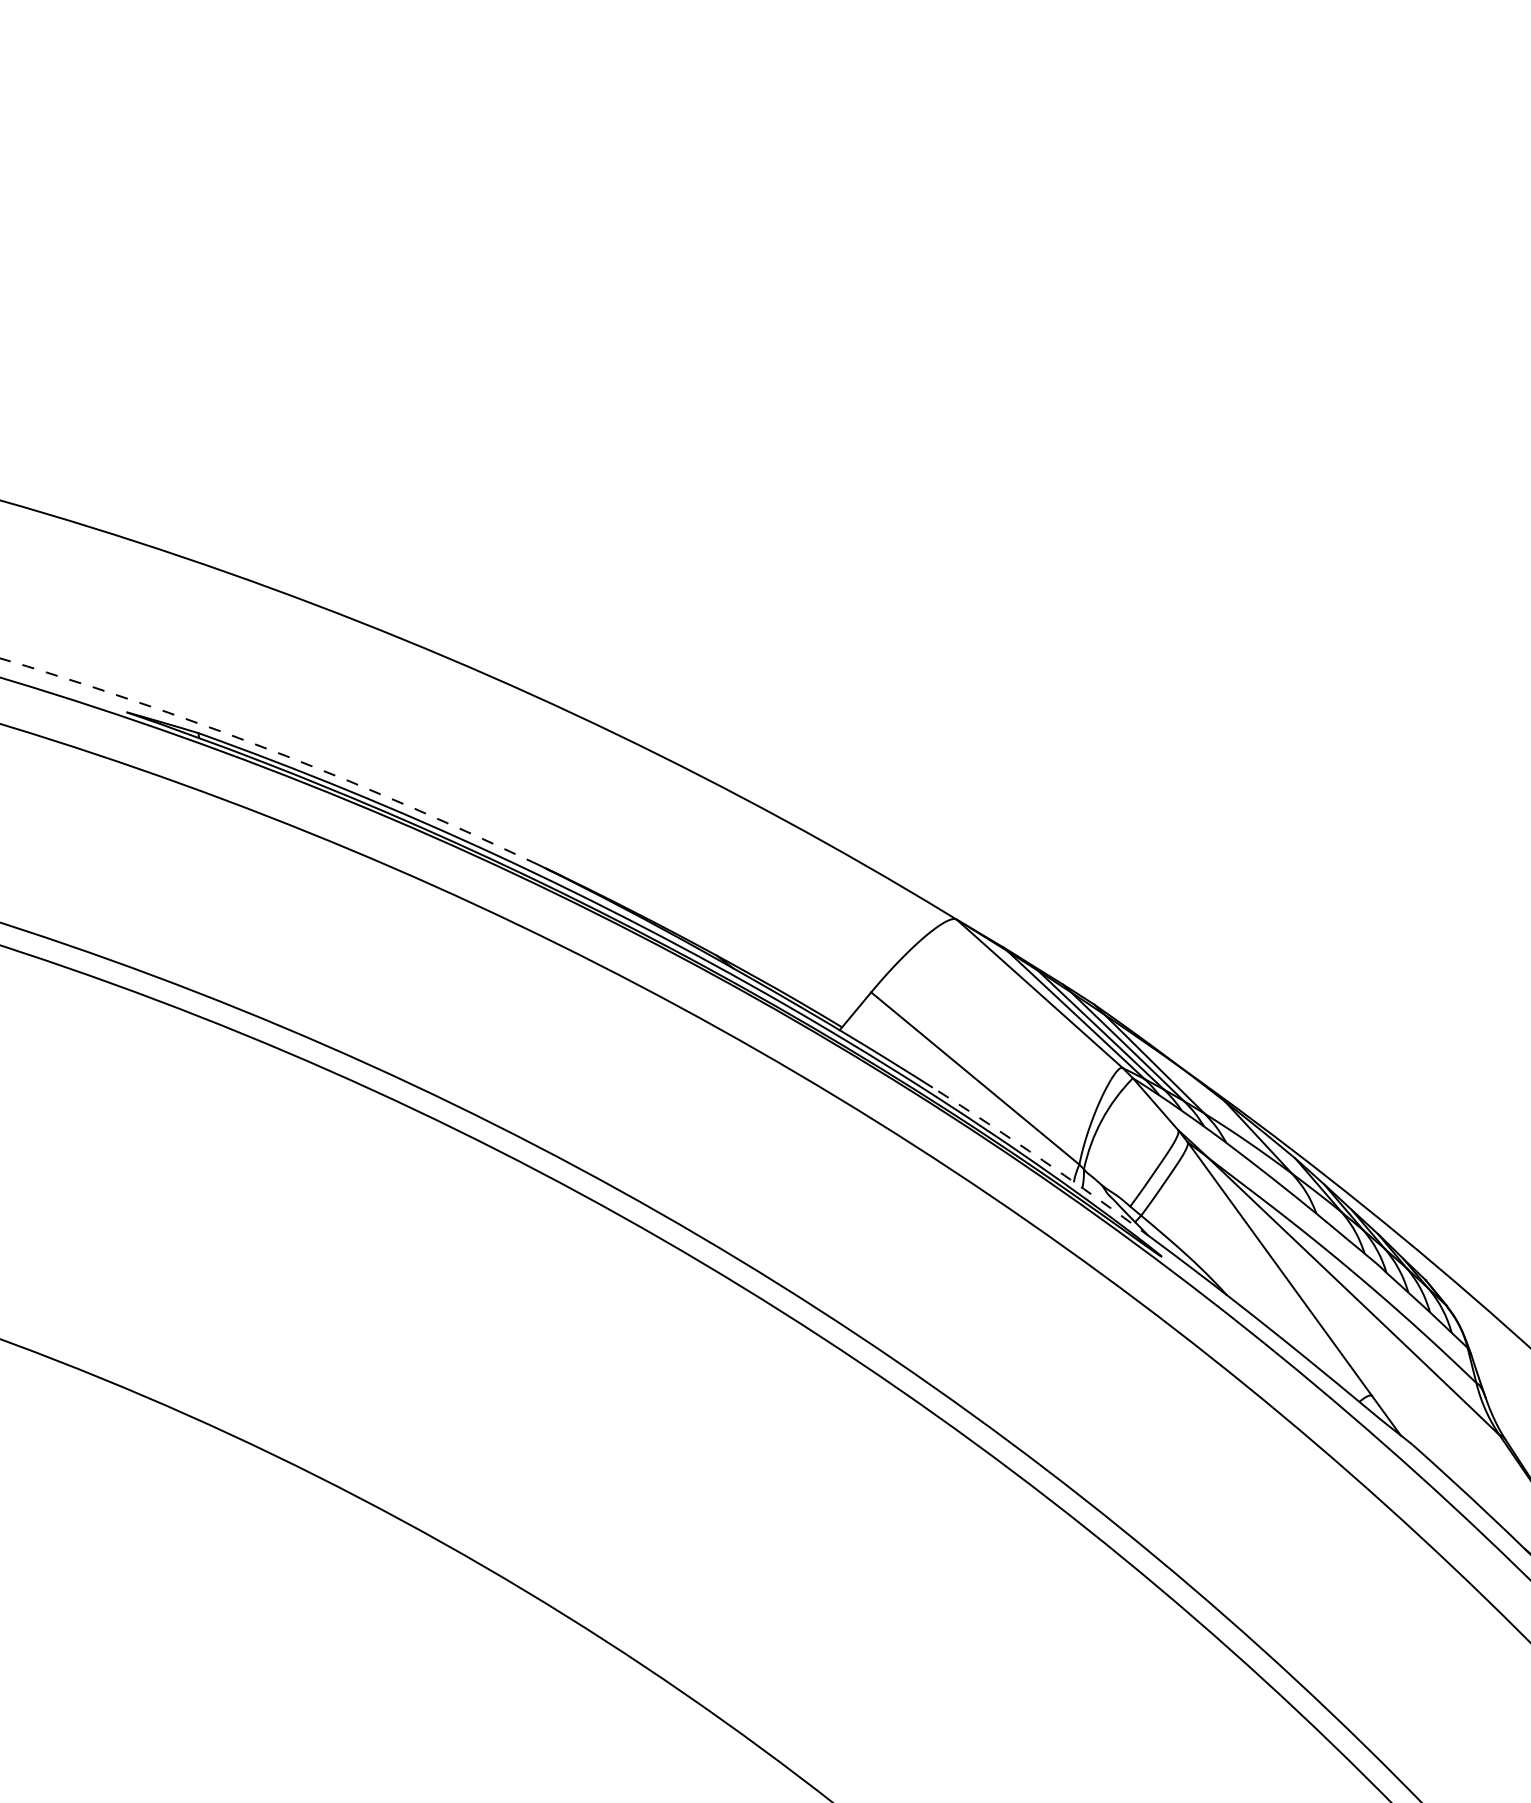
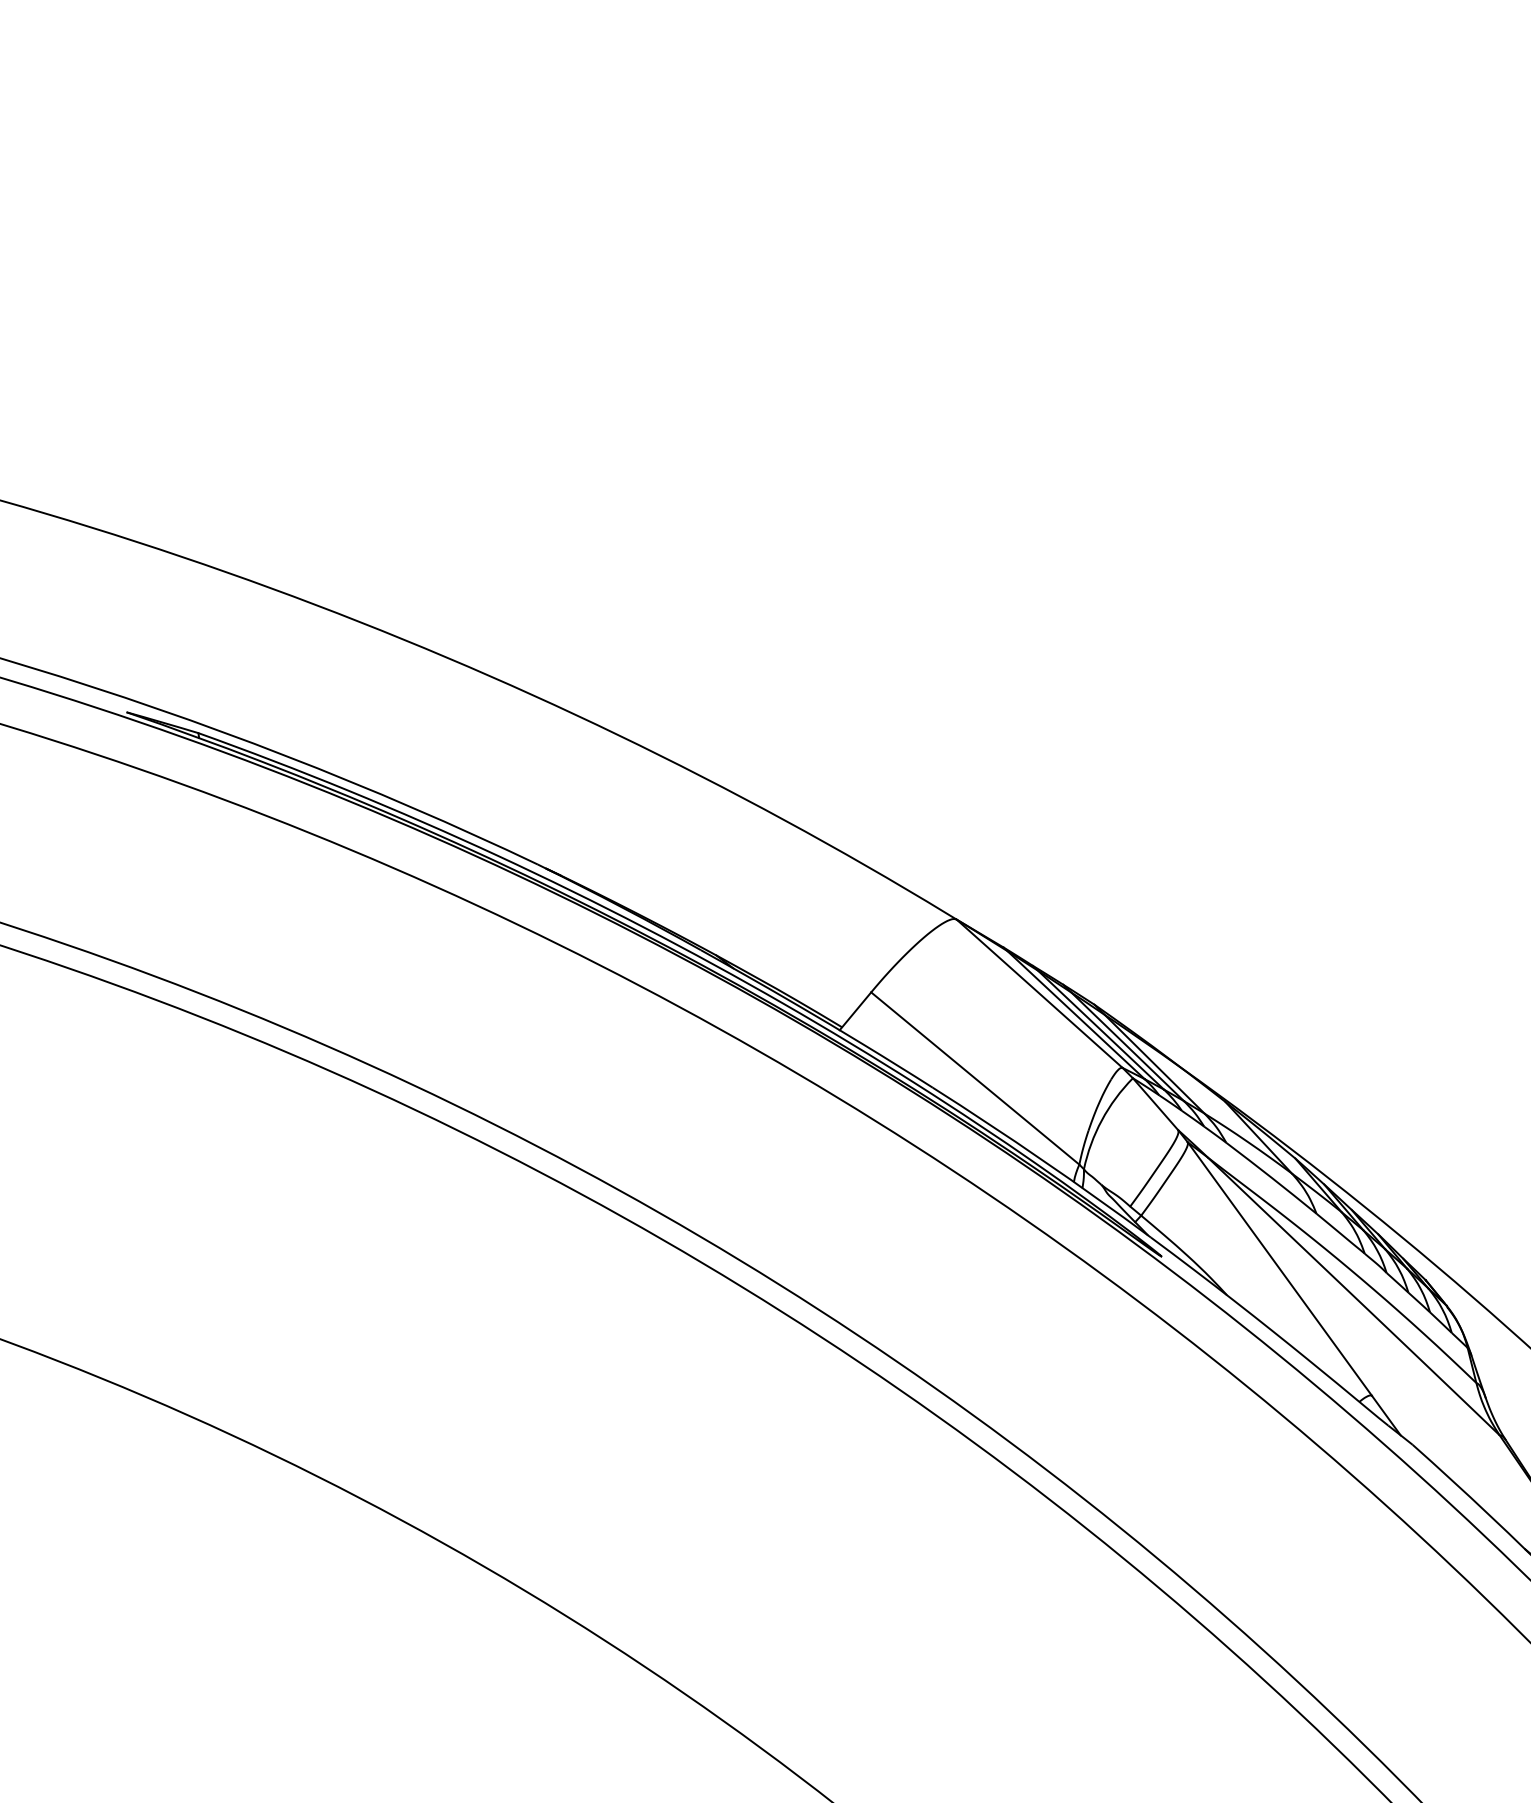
arc at (273, 751): dashed -> solid
arc at (1043, 1160): dashed -> solid
